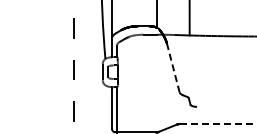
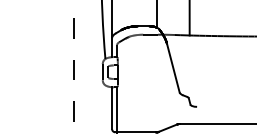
line at (173, 67): dashed -> solid
line at (218, 124): dashed -> solid
